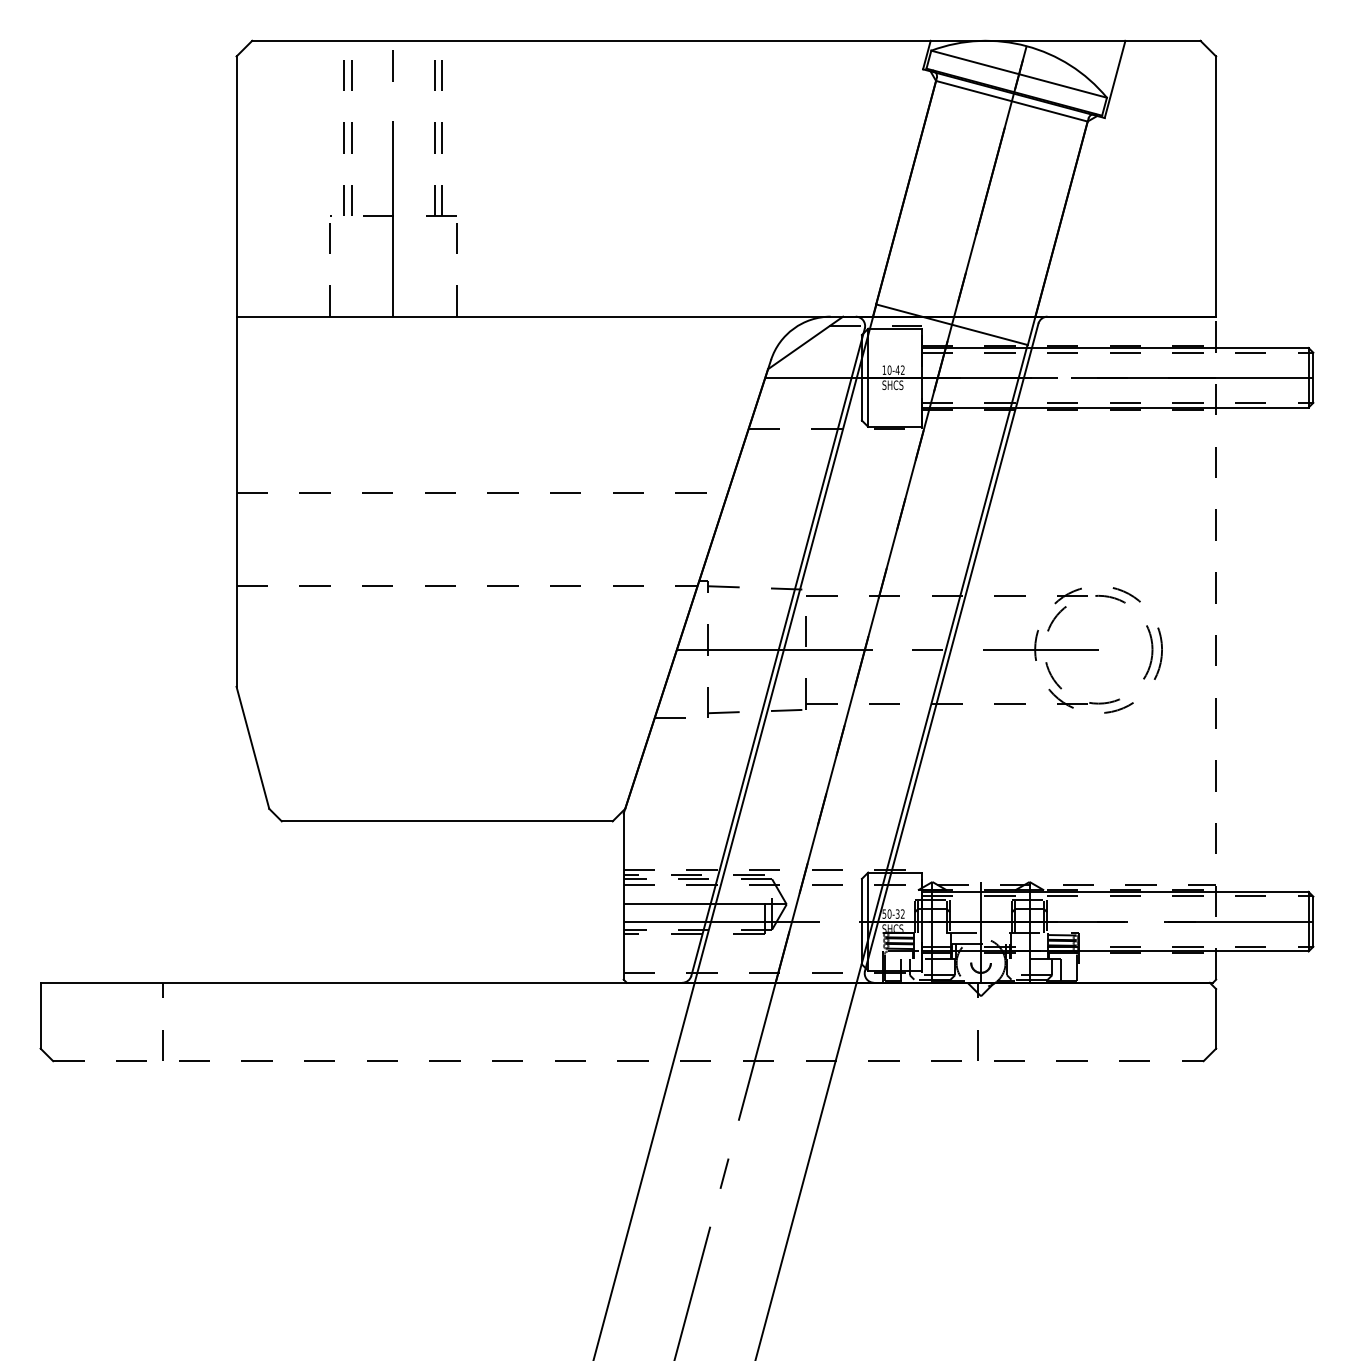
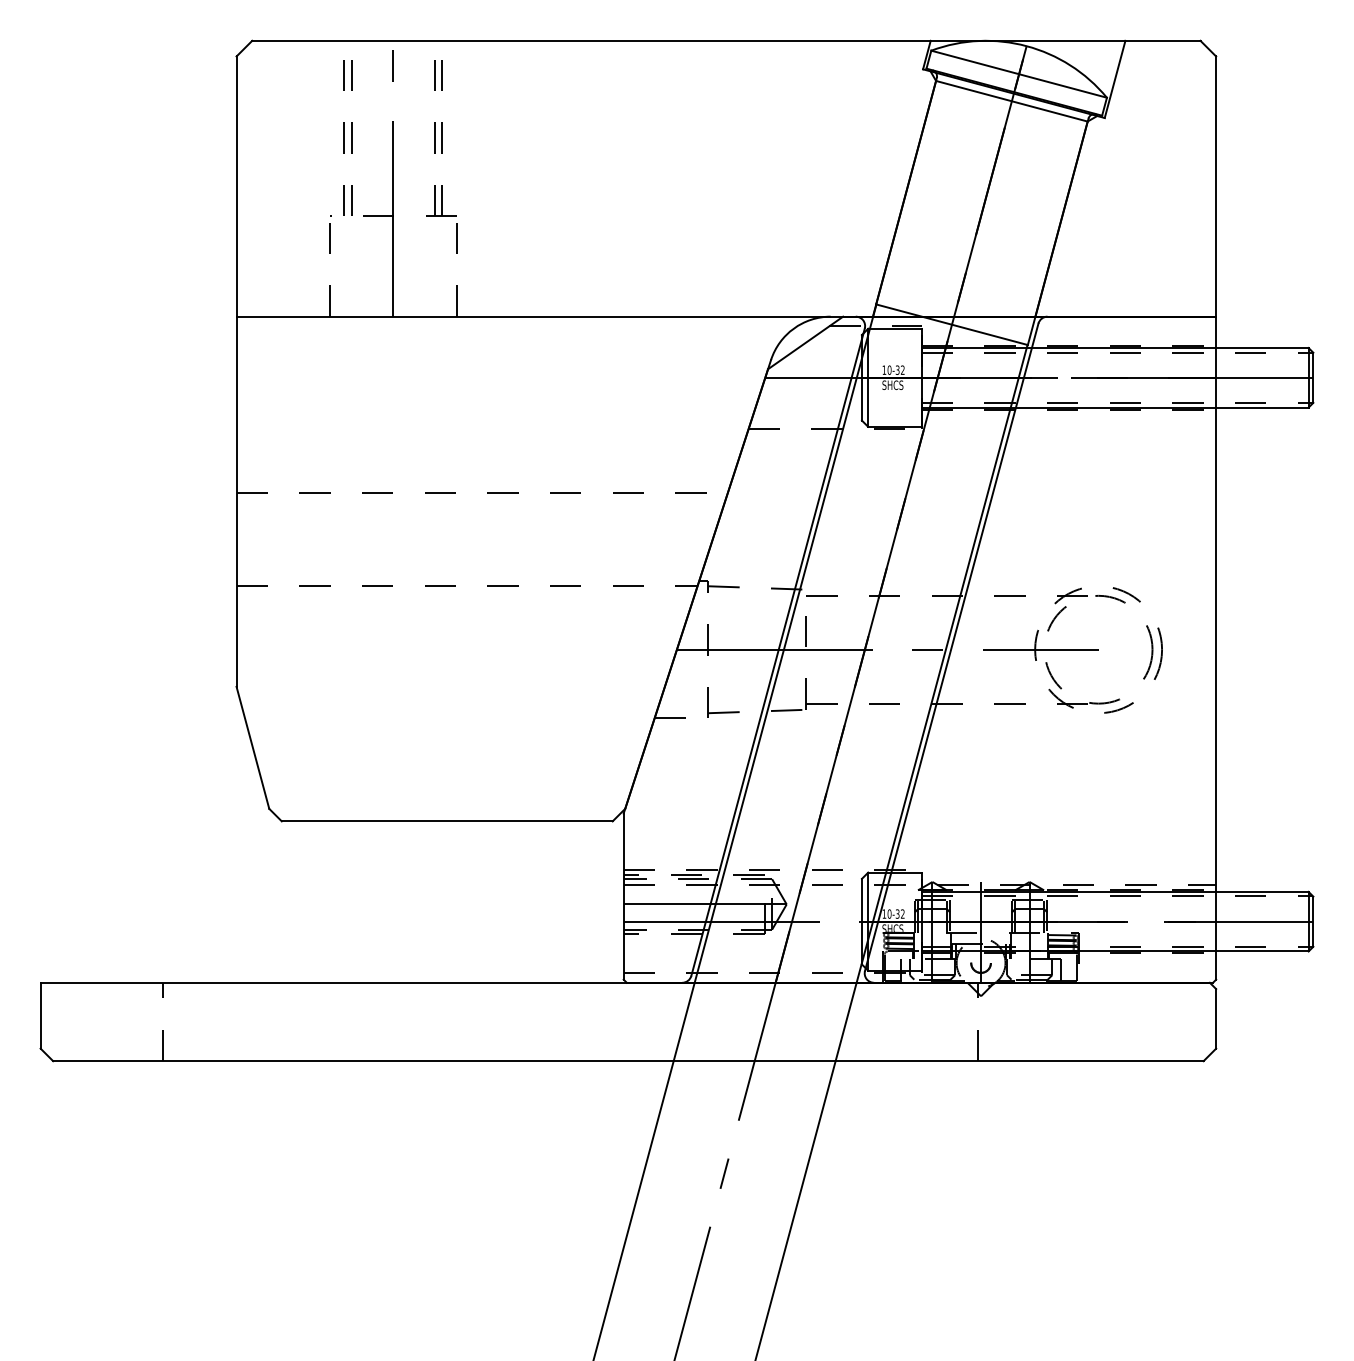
text at (897, 369): 10-42 -> 10-32
line at (1216, 647): dashed -> solid
text at (884, 913): 50-32 -> 10-32
line at (628, 1061): dashed -> solid
